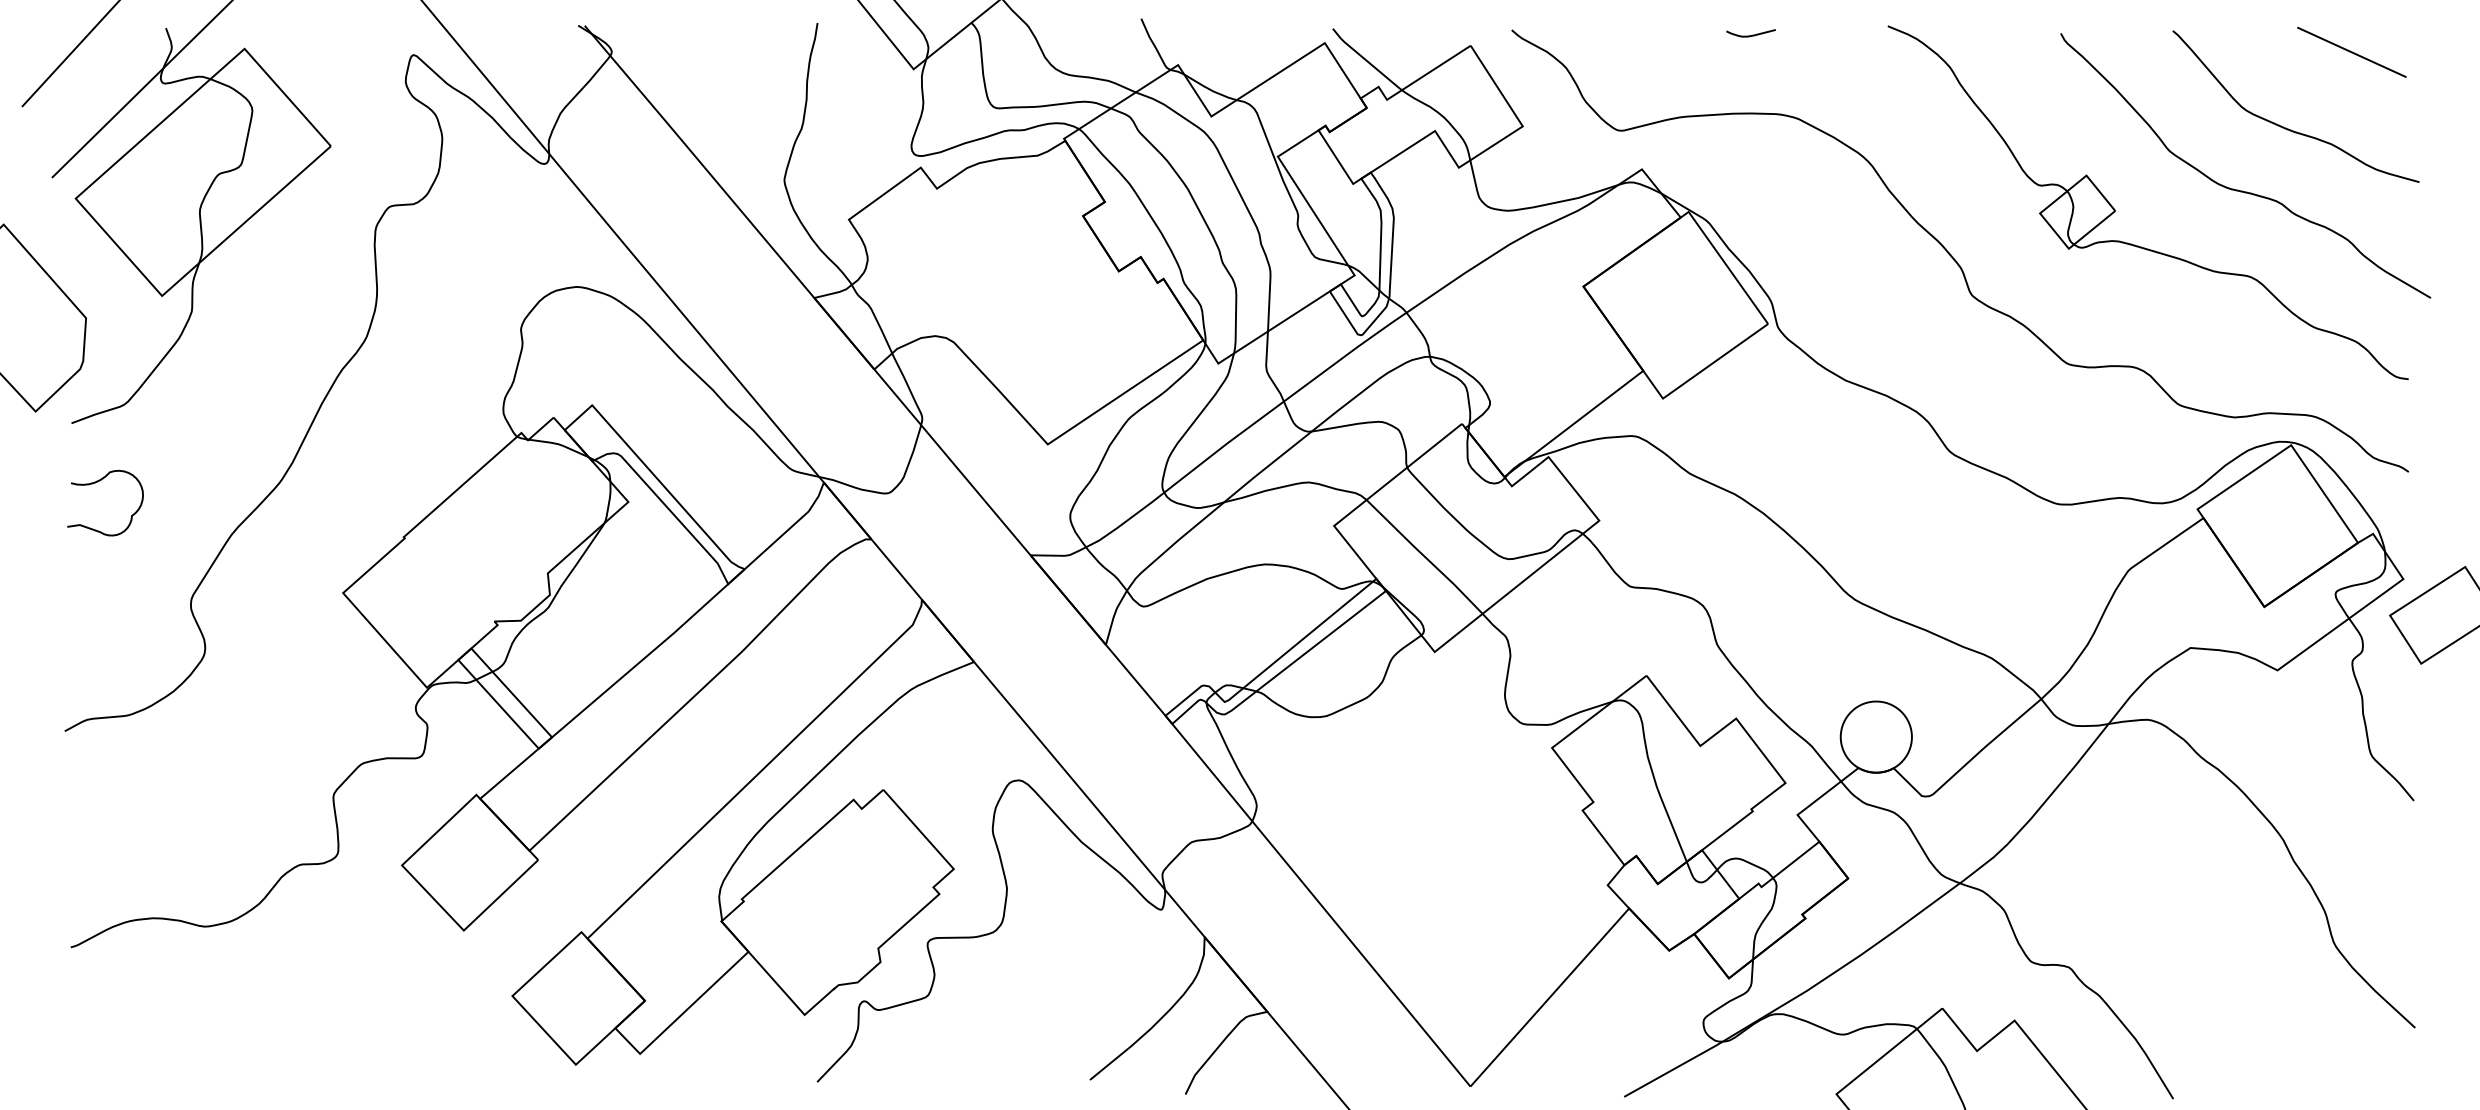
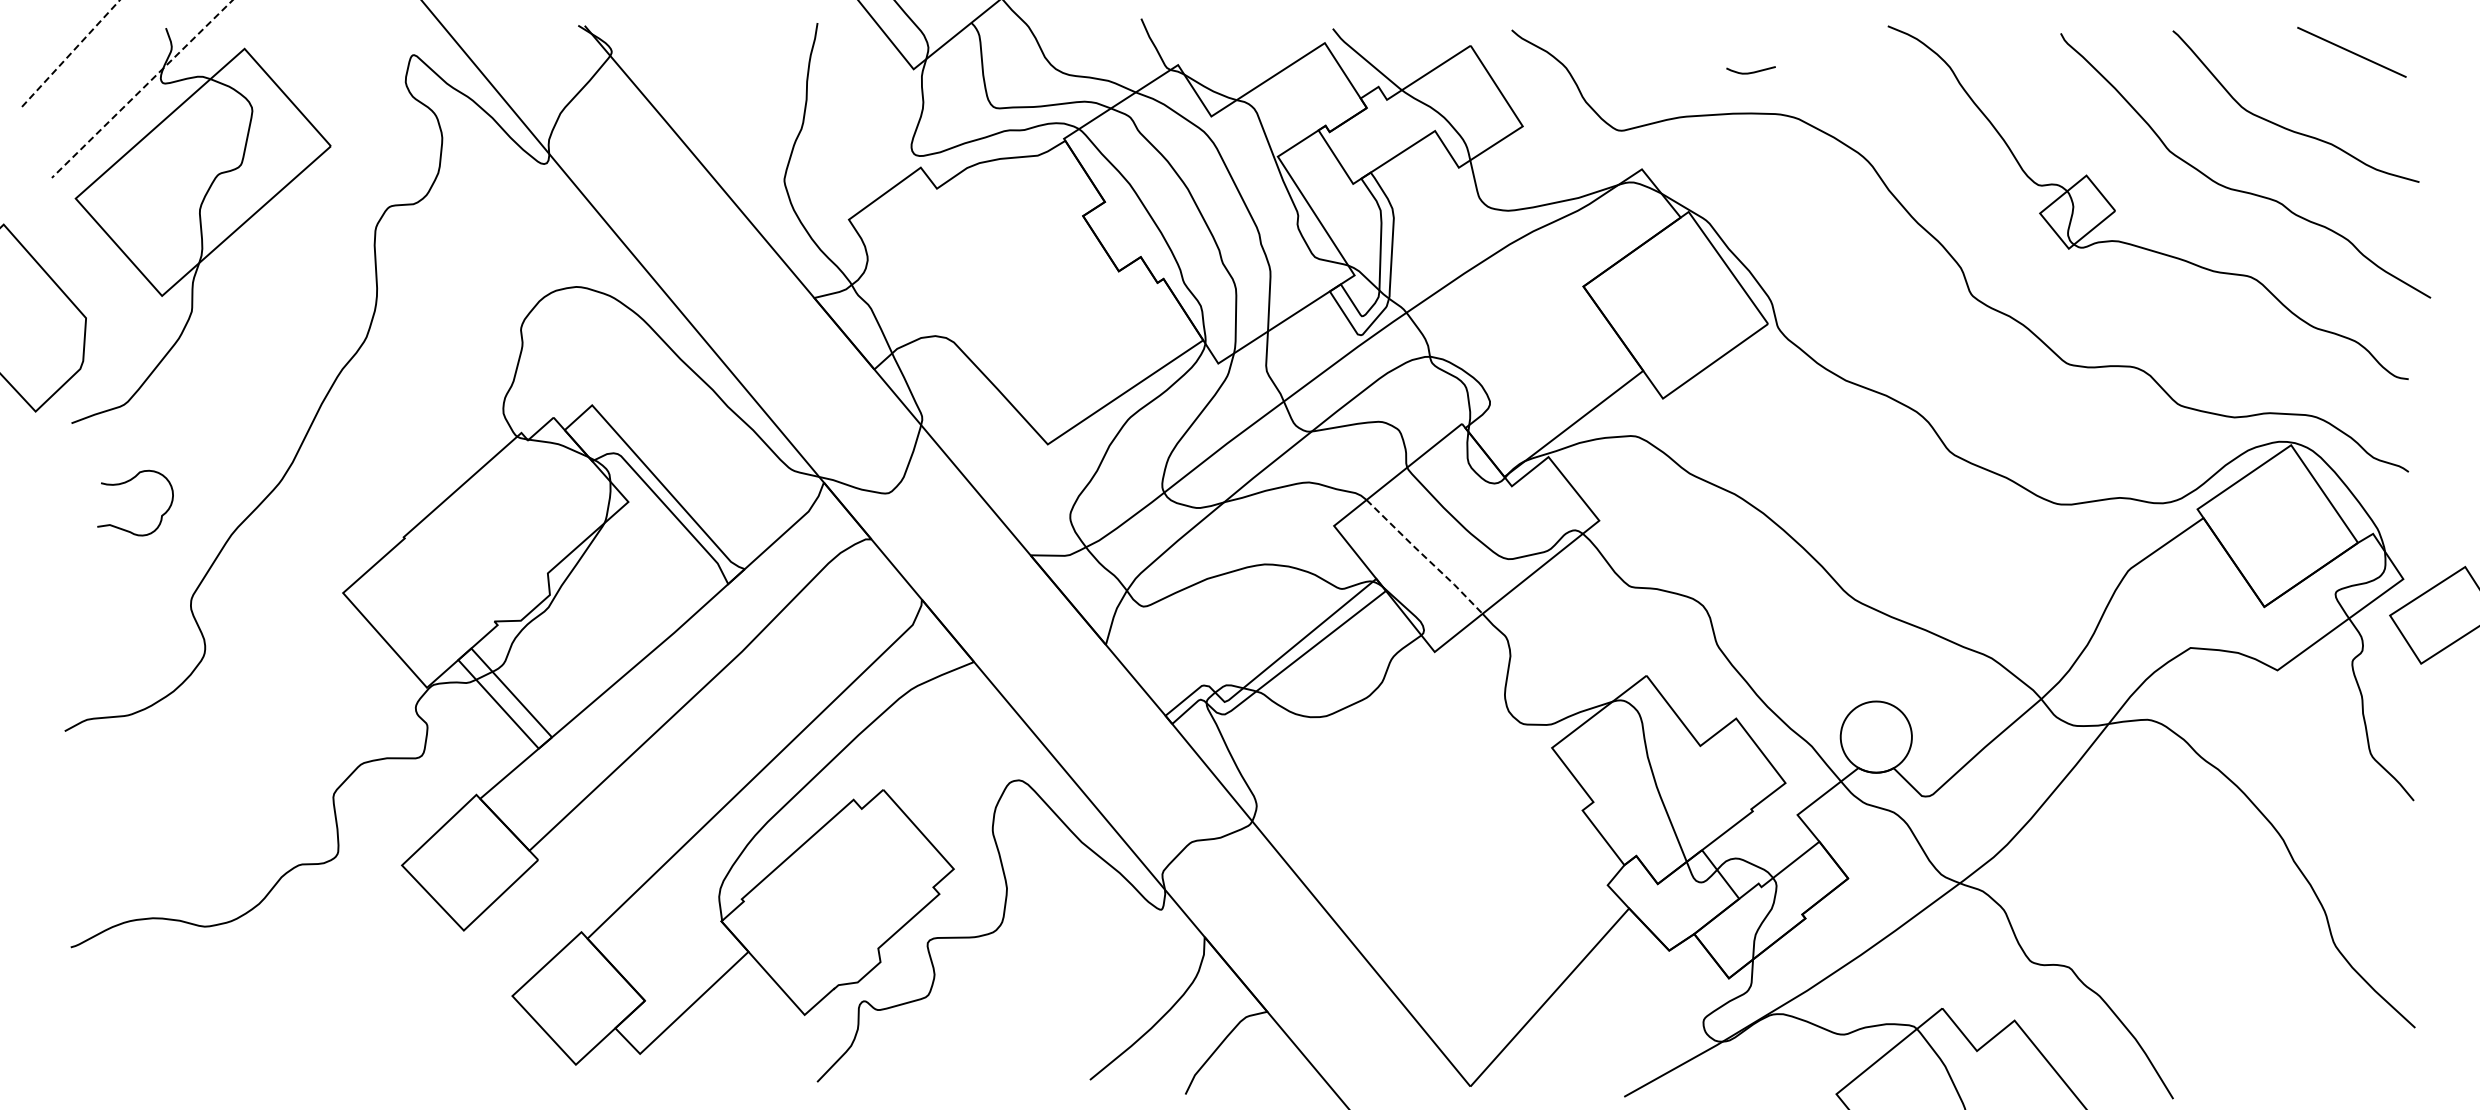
curve at (1750, 35) position: (1750, 35) -> (1750, 72)
line at (193, 38): solid -> dashed
curve at (95, 483) position: (95, 483) -> (125, 483)
line at (1425, 557): solid -> dashed
